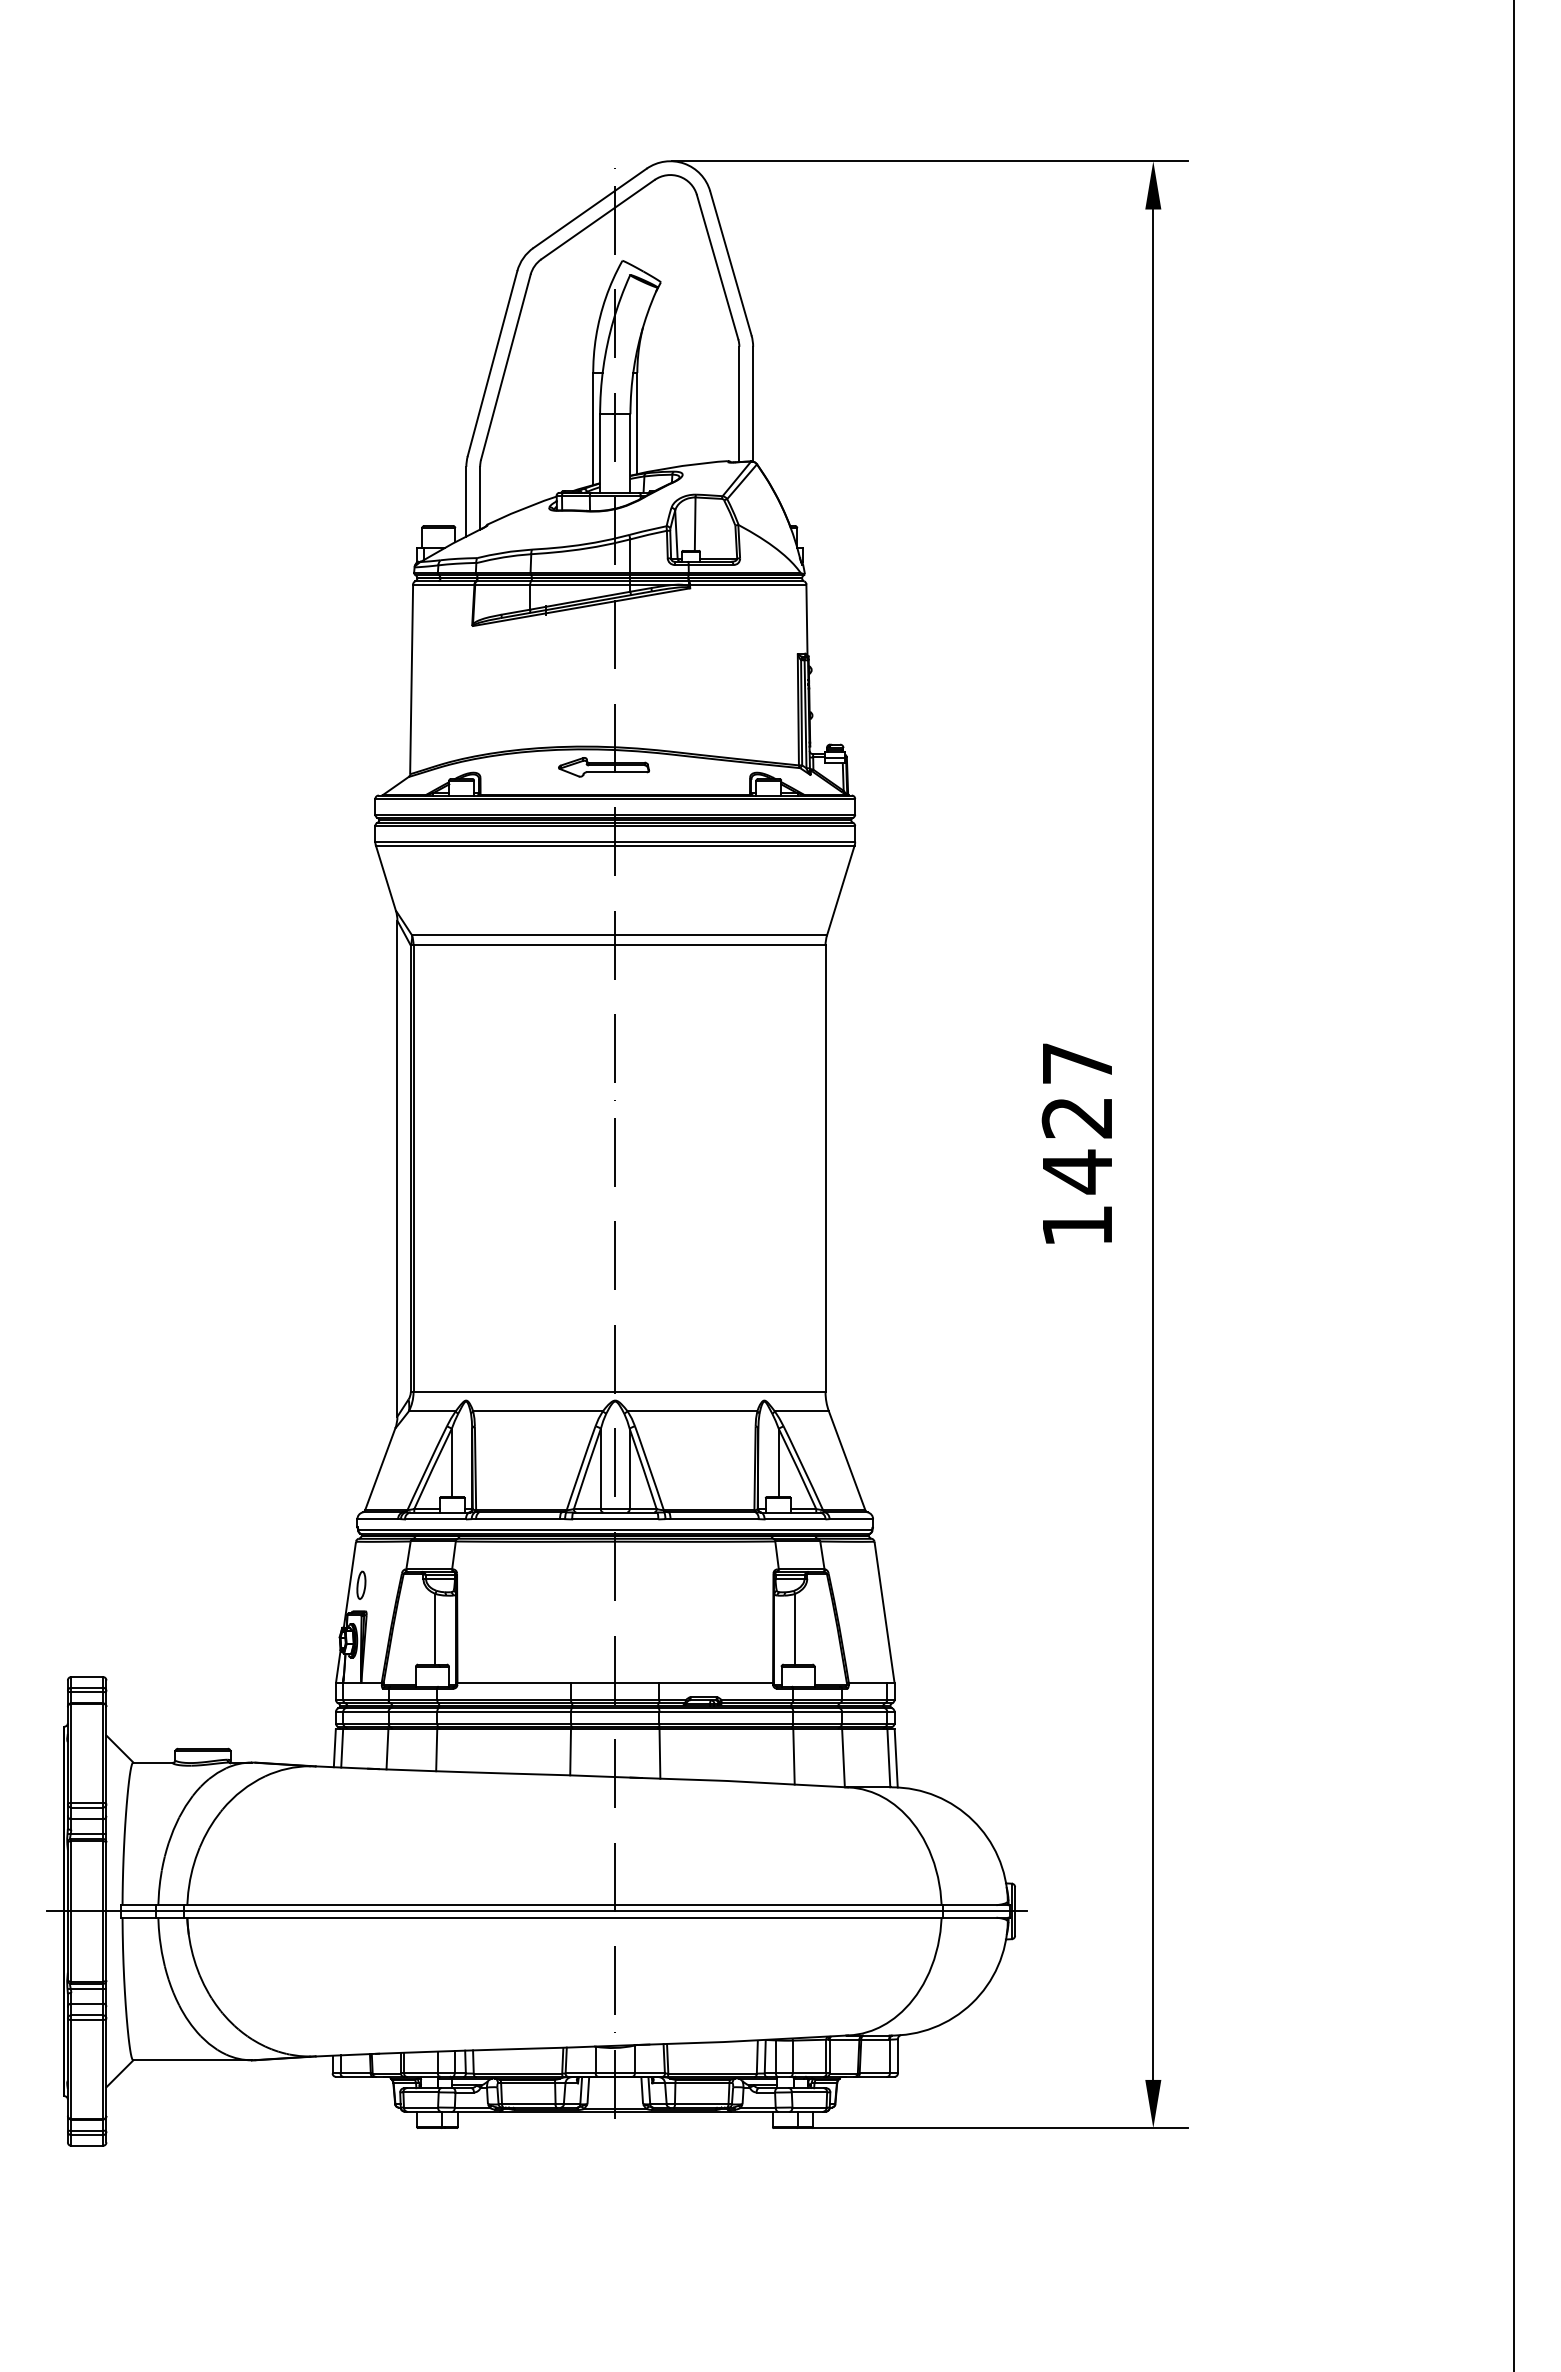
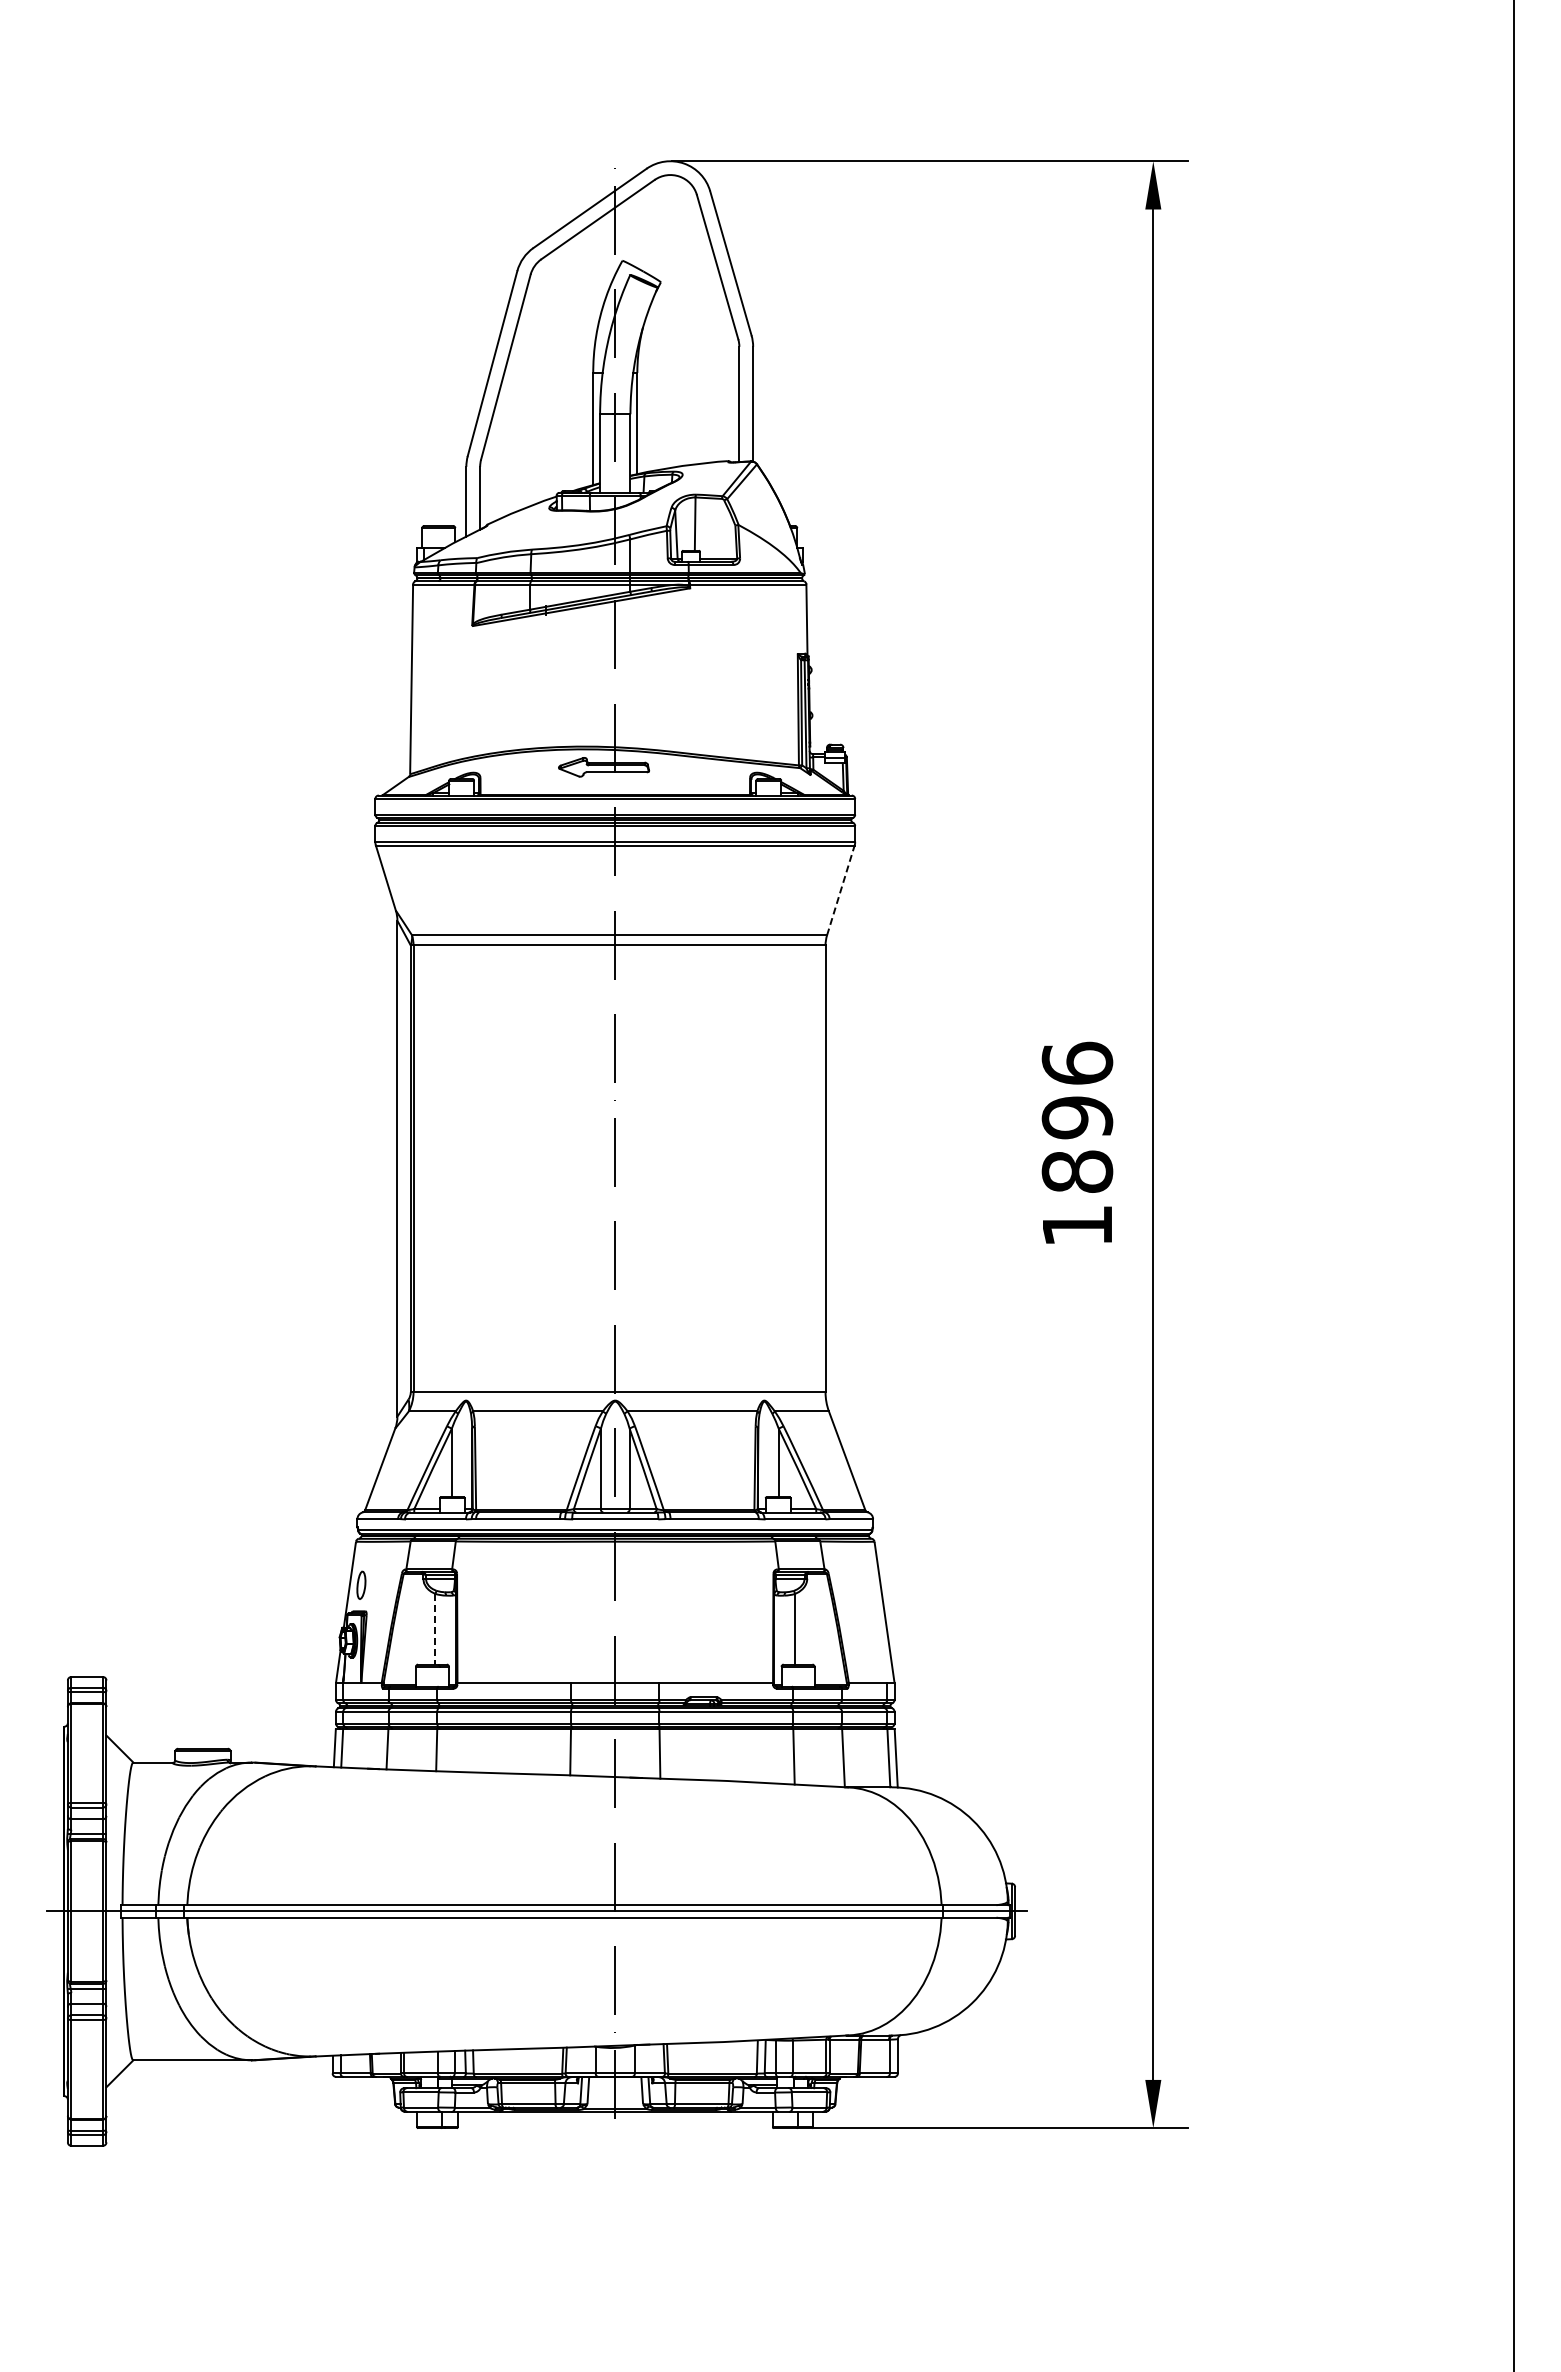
line at (840, 890): solid -> dashed
text at (1077, 1117): 1427 -> 1896
line at (435, 1629): solid -> dashed
